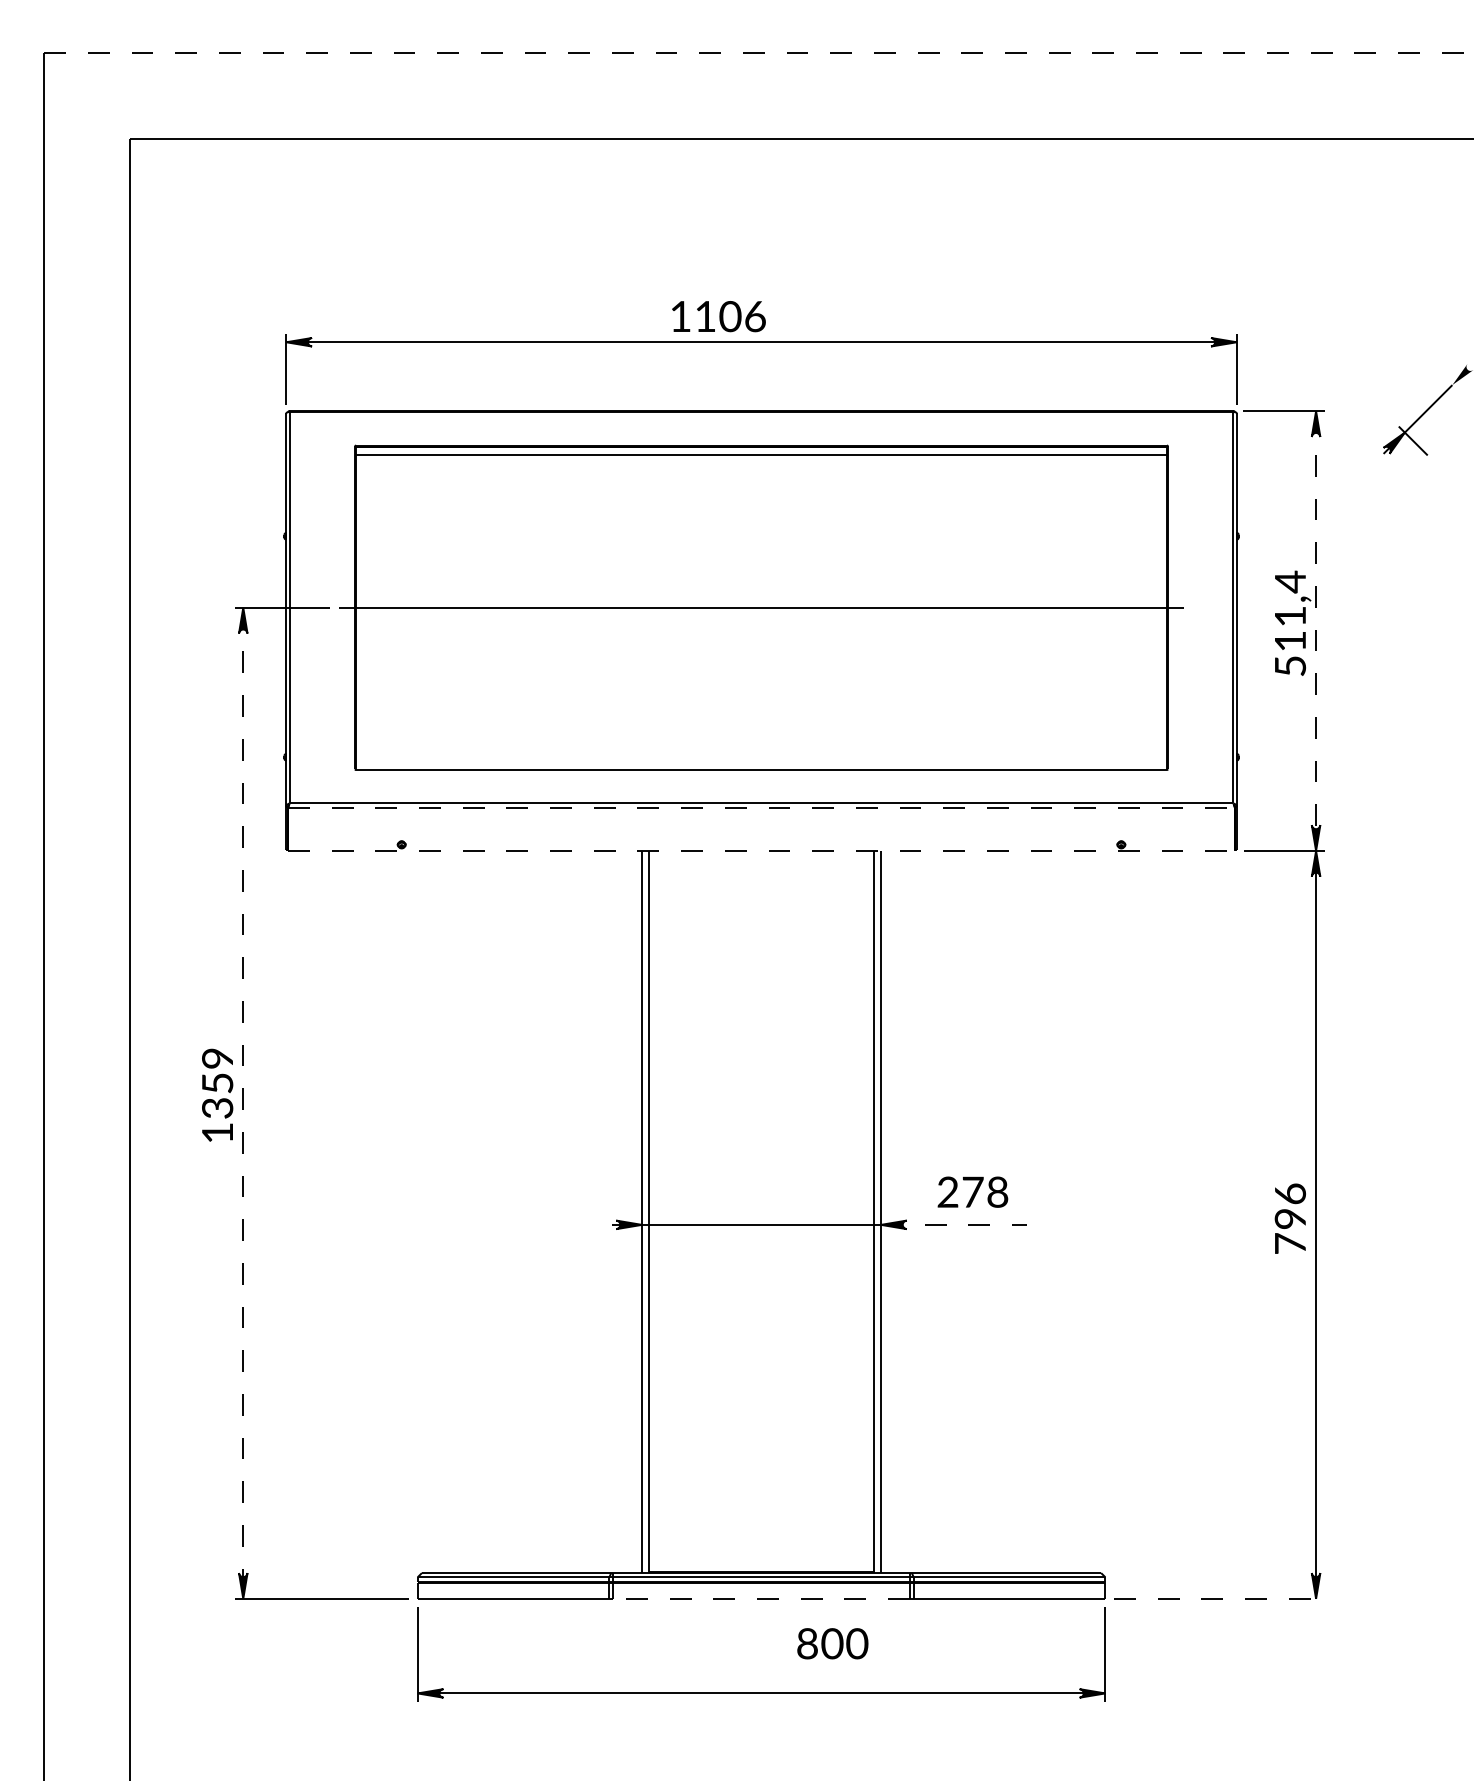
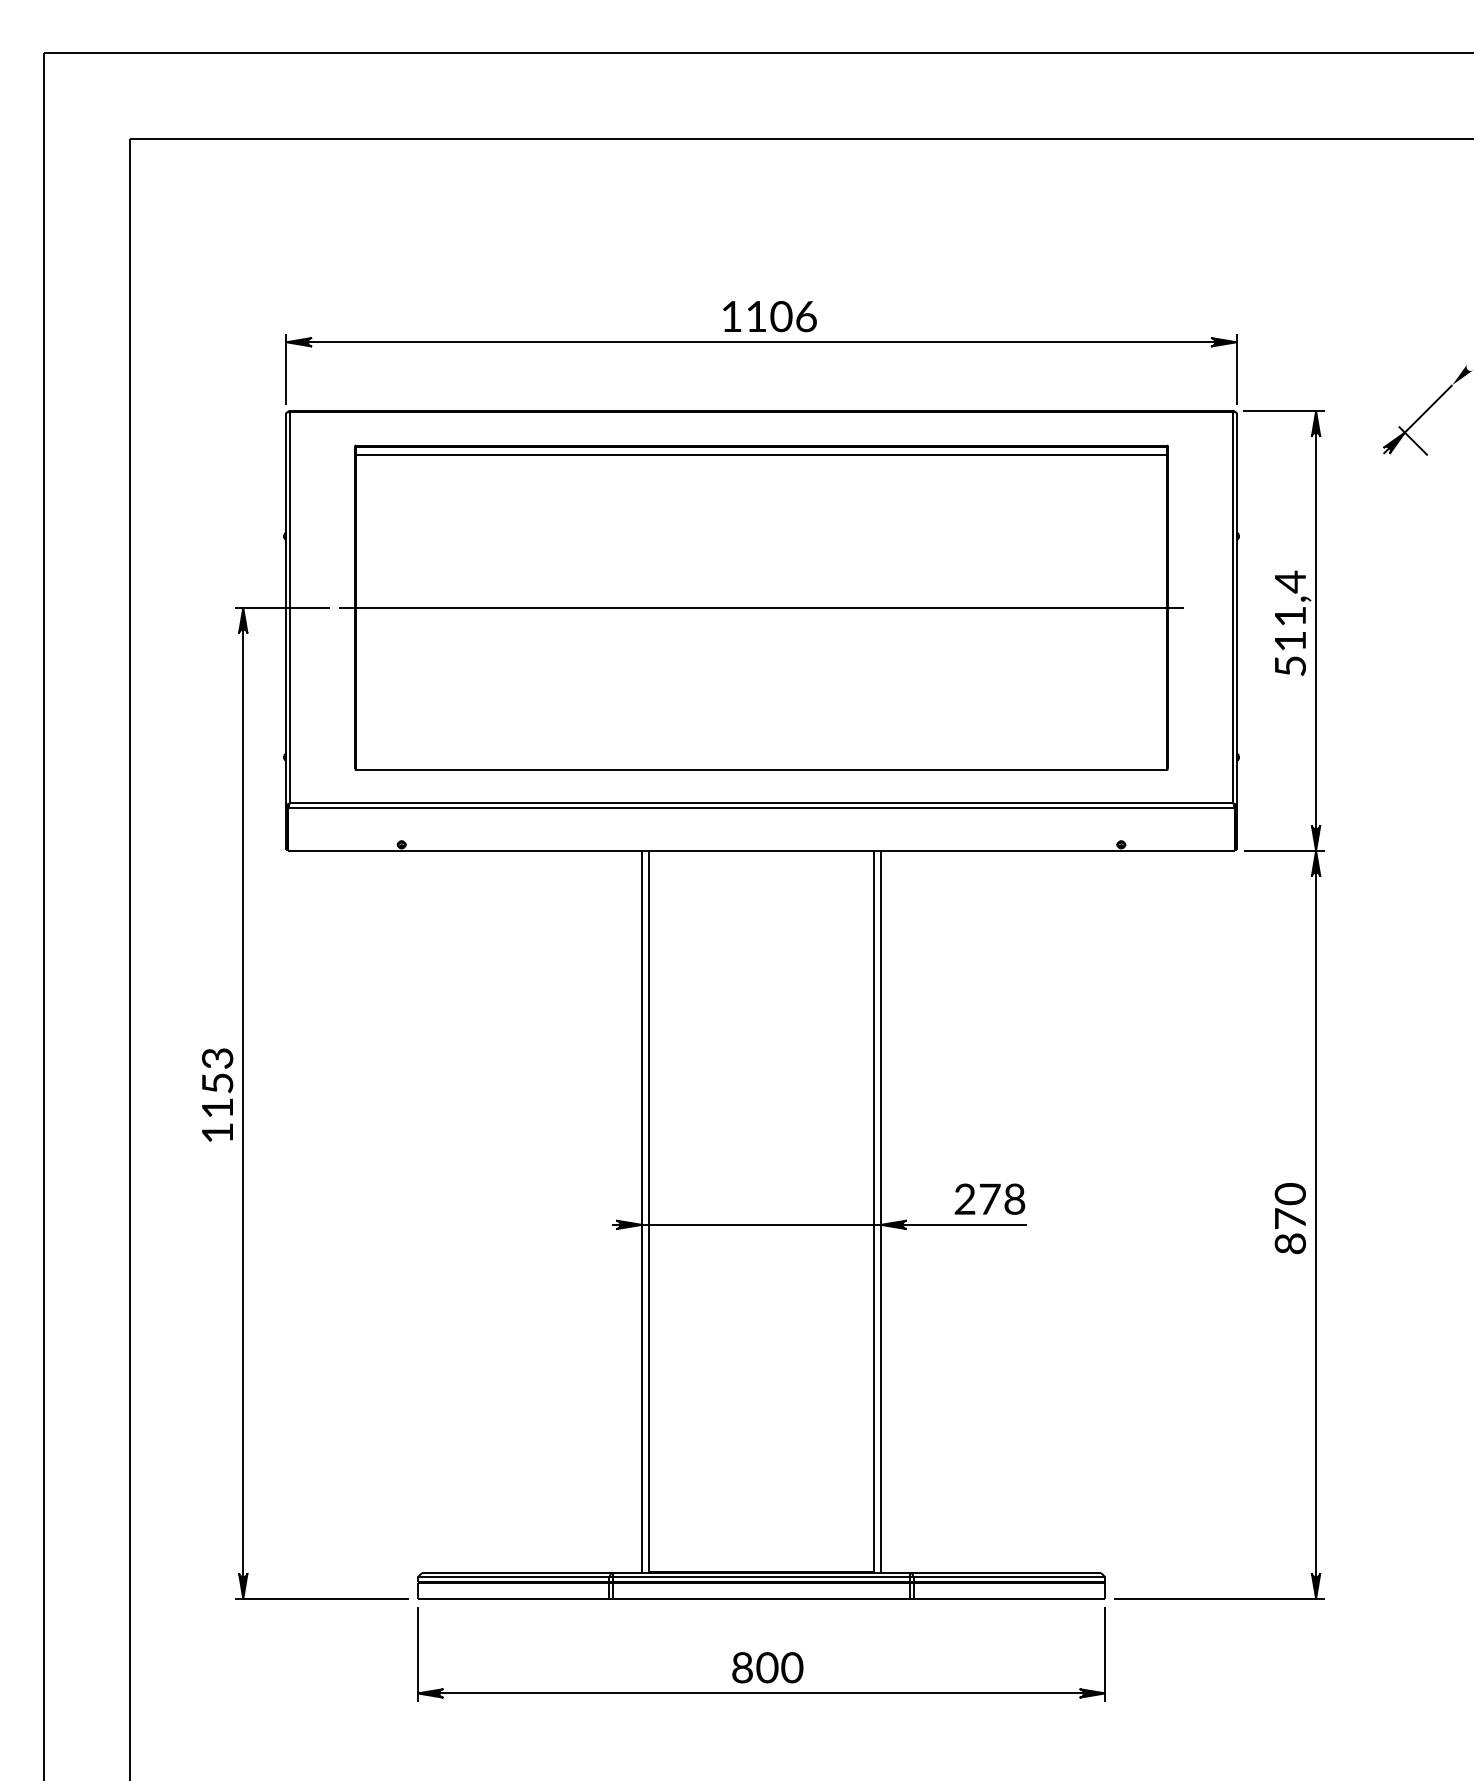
line at (759, 53): dashed -> solid
text at (718, 316) position: (718, 316) -> (769, 316)
line at (1316, 631): dashed -> solid
line at (762, 808): dashed -> solid
line at (762, 850): dashed -> solid
text at (217, 1083): 1359 -> 1153
line at (243, 1103): dashed -> solid
text at (972, 1191) position: (972, 1191) -> (989, 1198)
text at (1290, 1218): 796 -> 870
line at (954, 1224): dashed -> solid
line at (761, 1598): dashed -> solid
line at (1219, 1598): dashed -> solid
text at (832, 1643) position: (832, 1643) -> (767, 1667)
